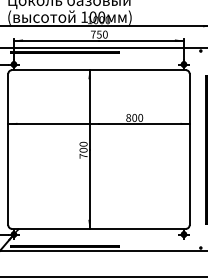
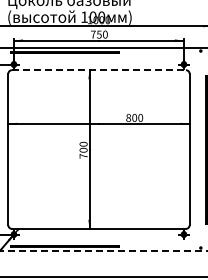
line at (99, 70): solid -> dashed
line at (103, 251): solid -> dashed
